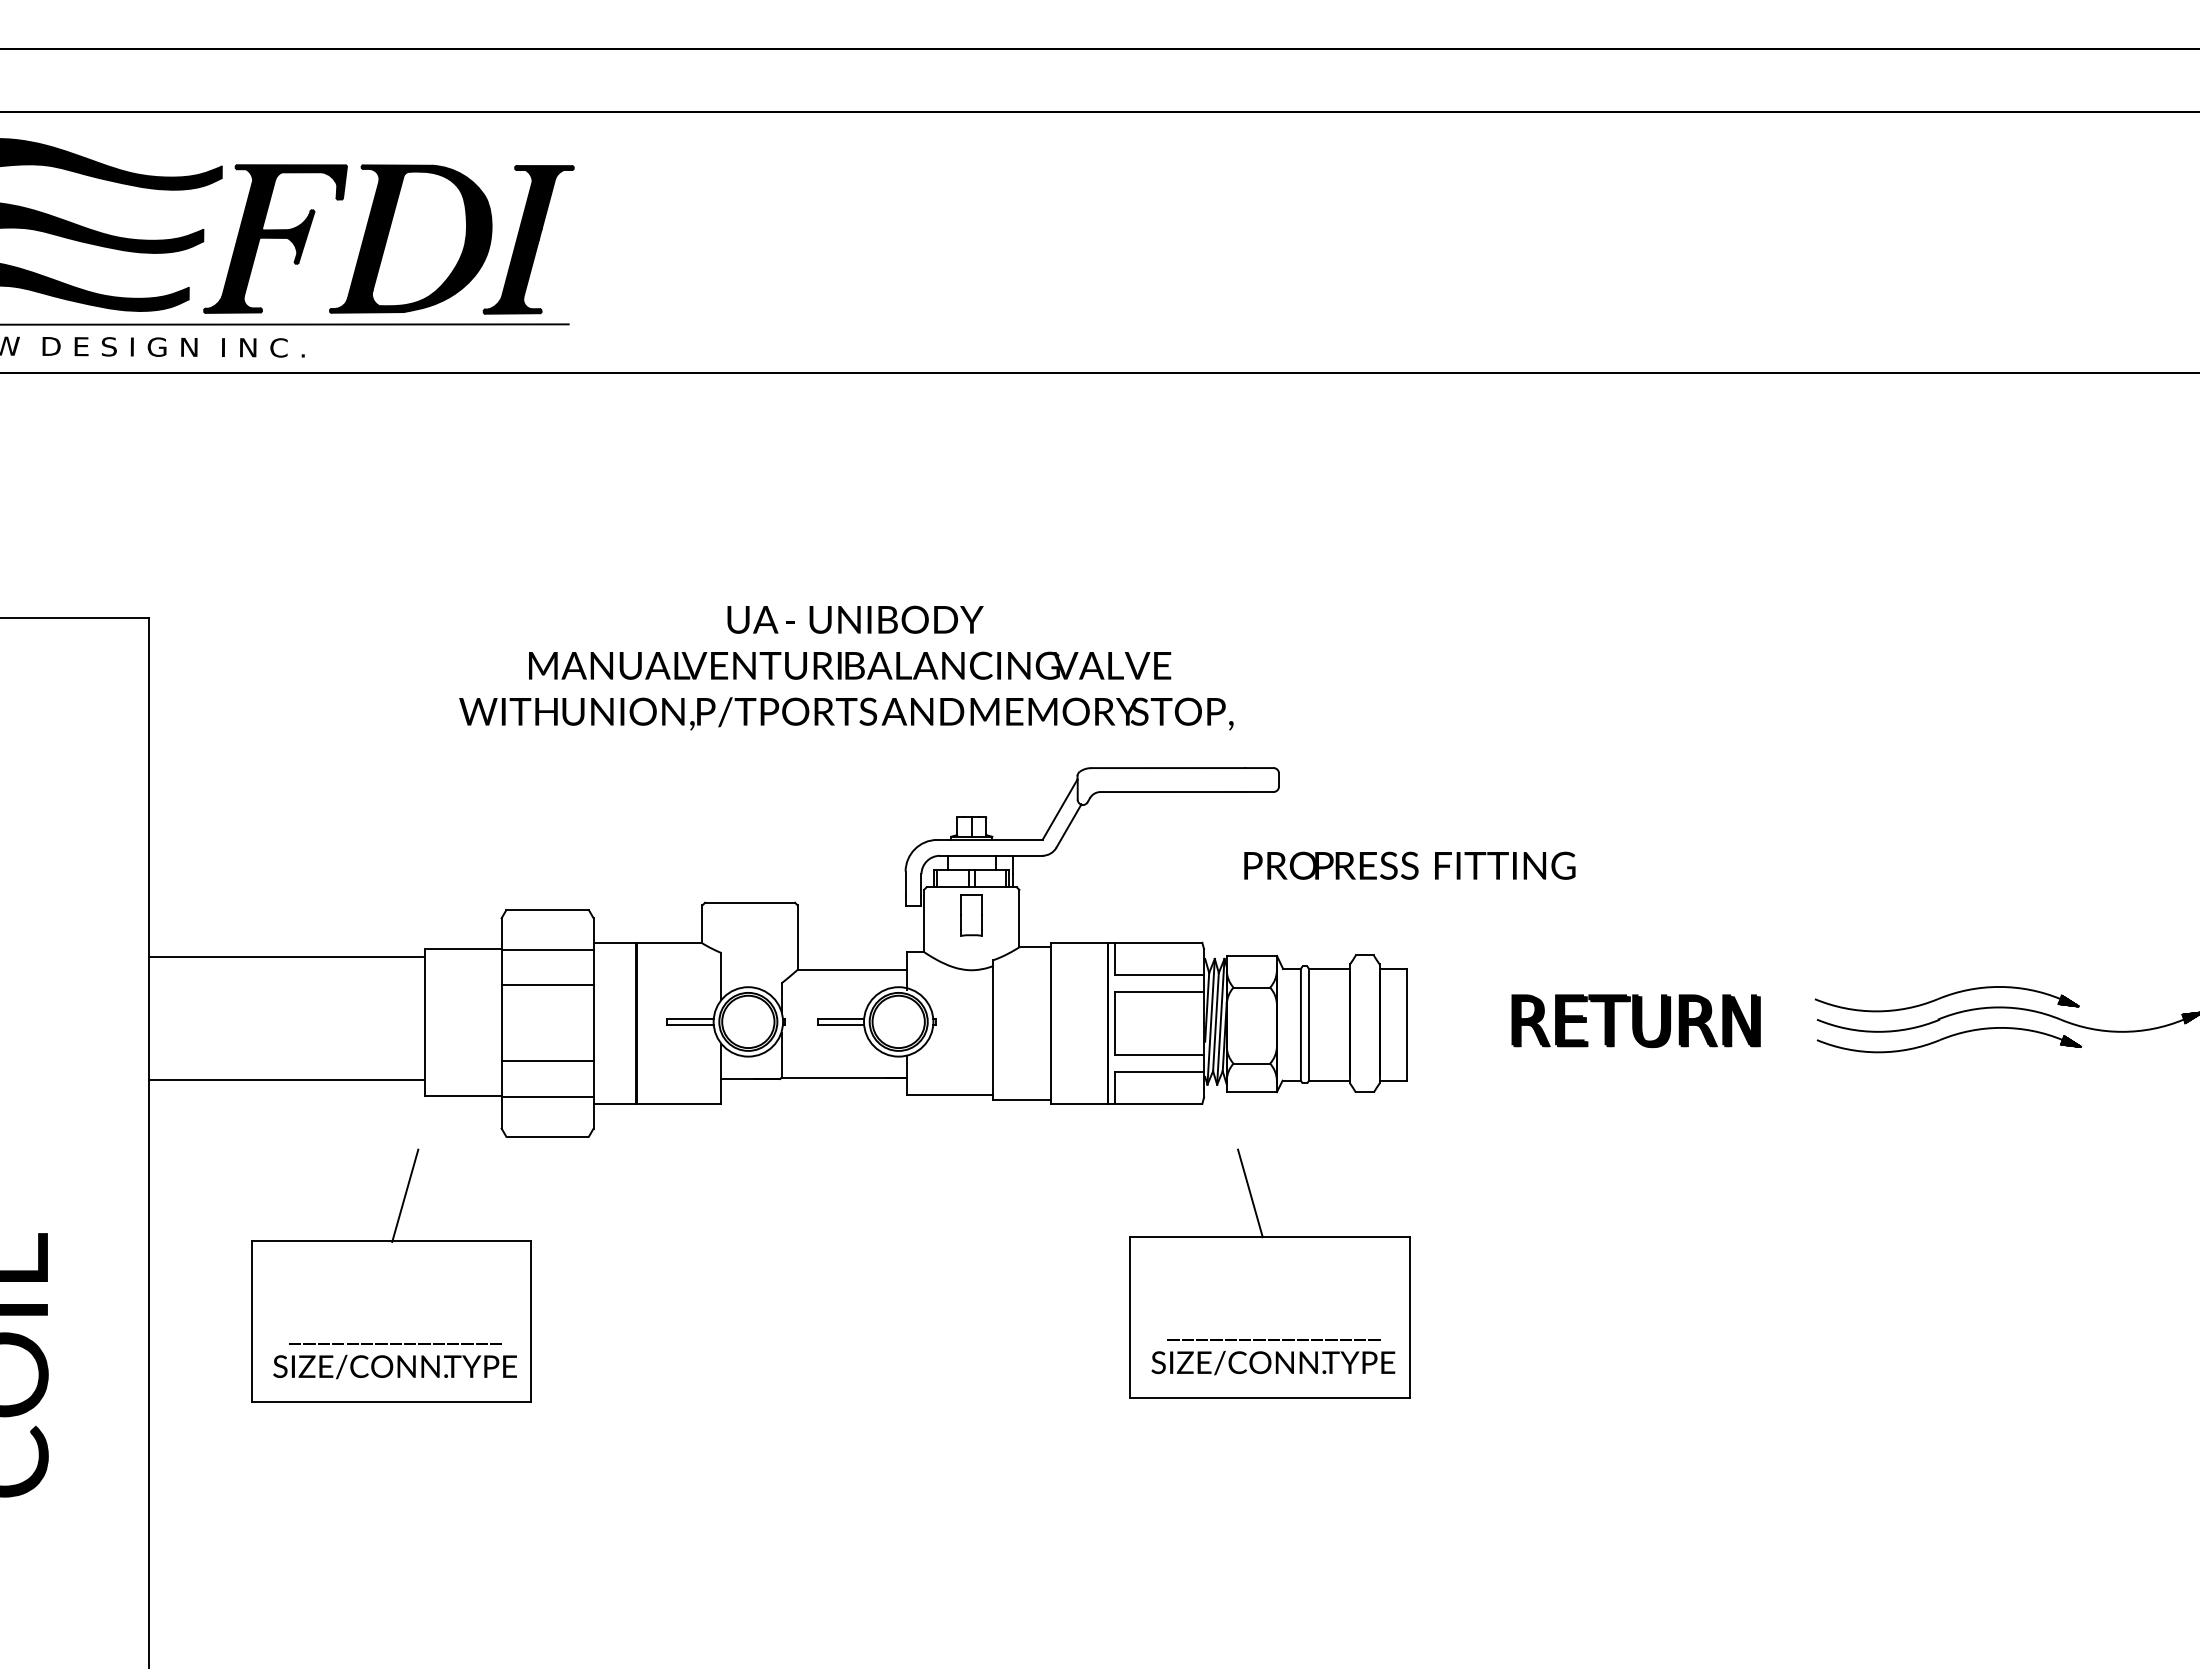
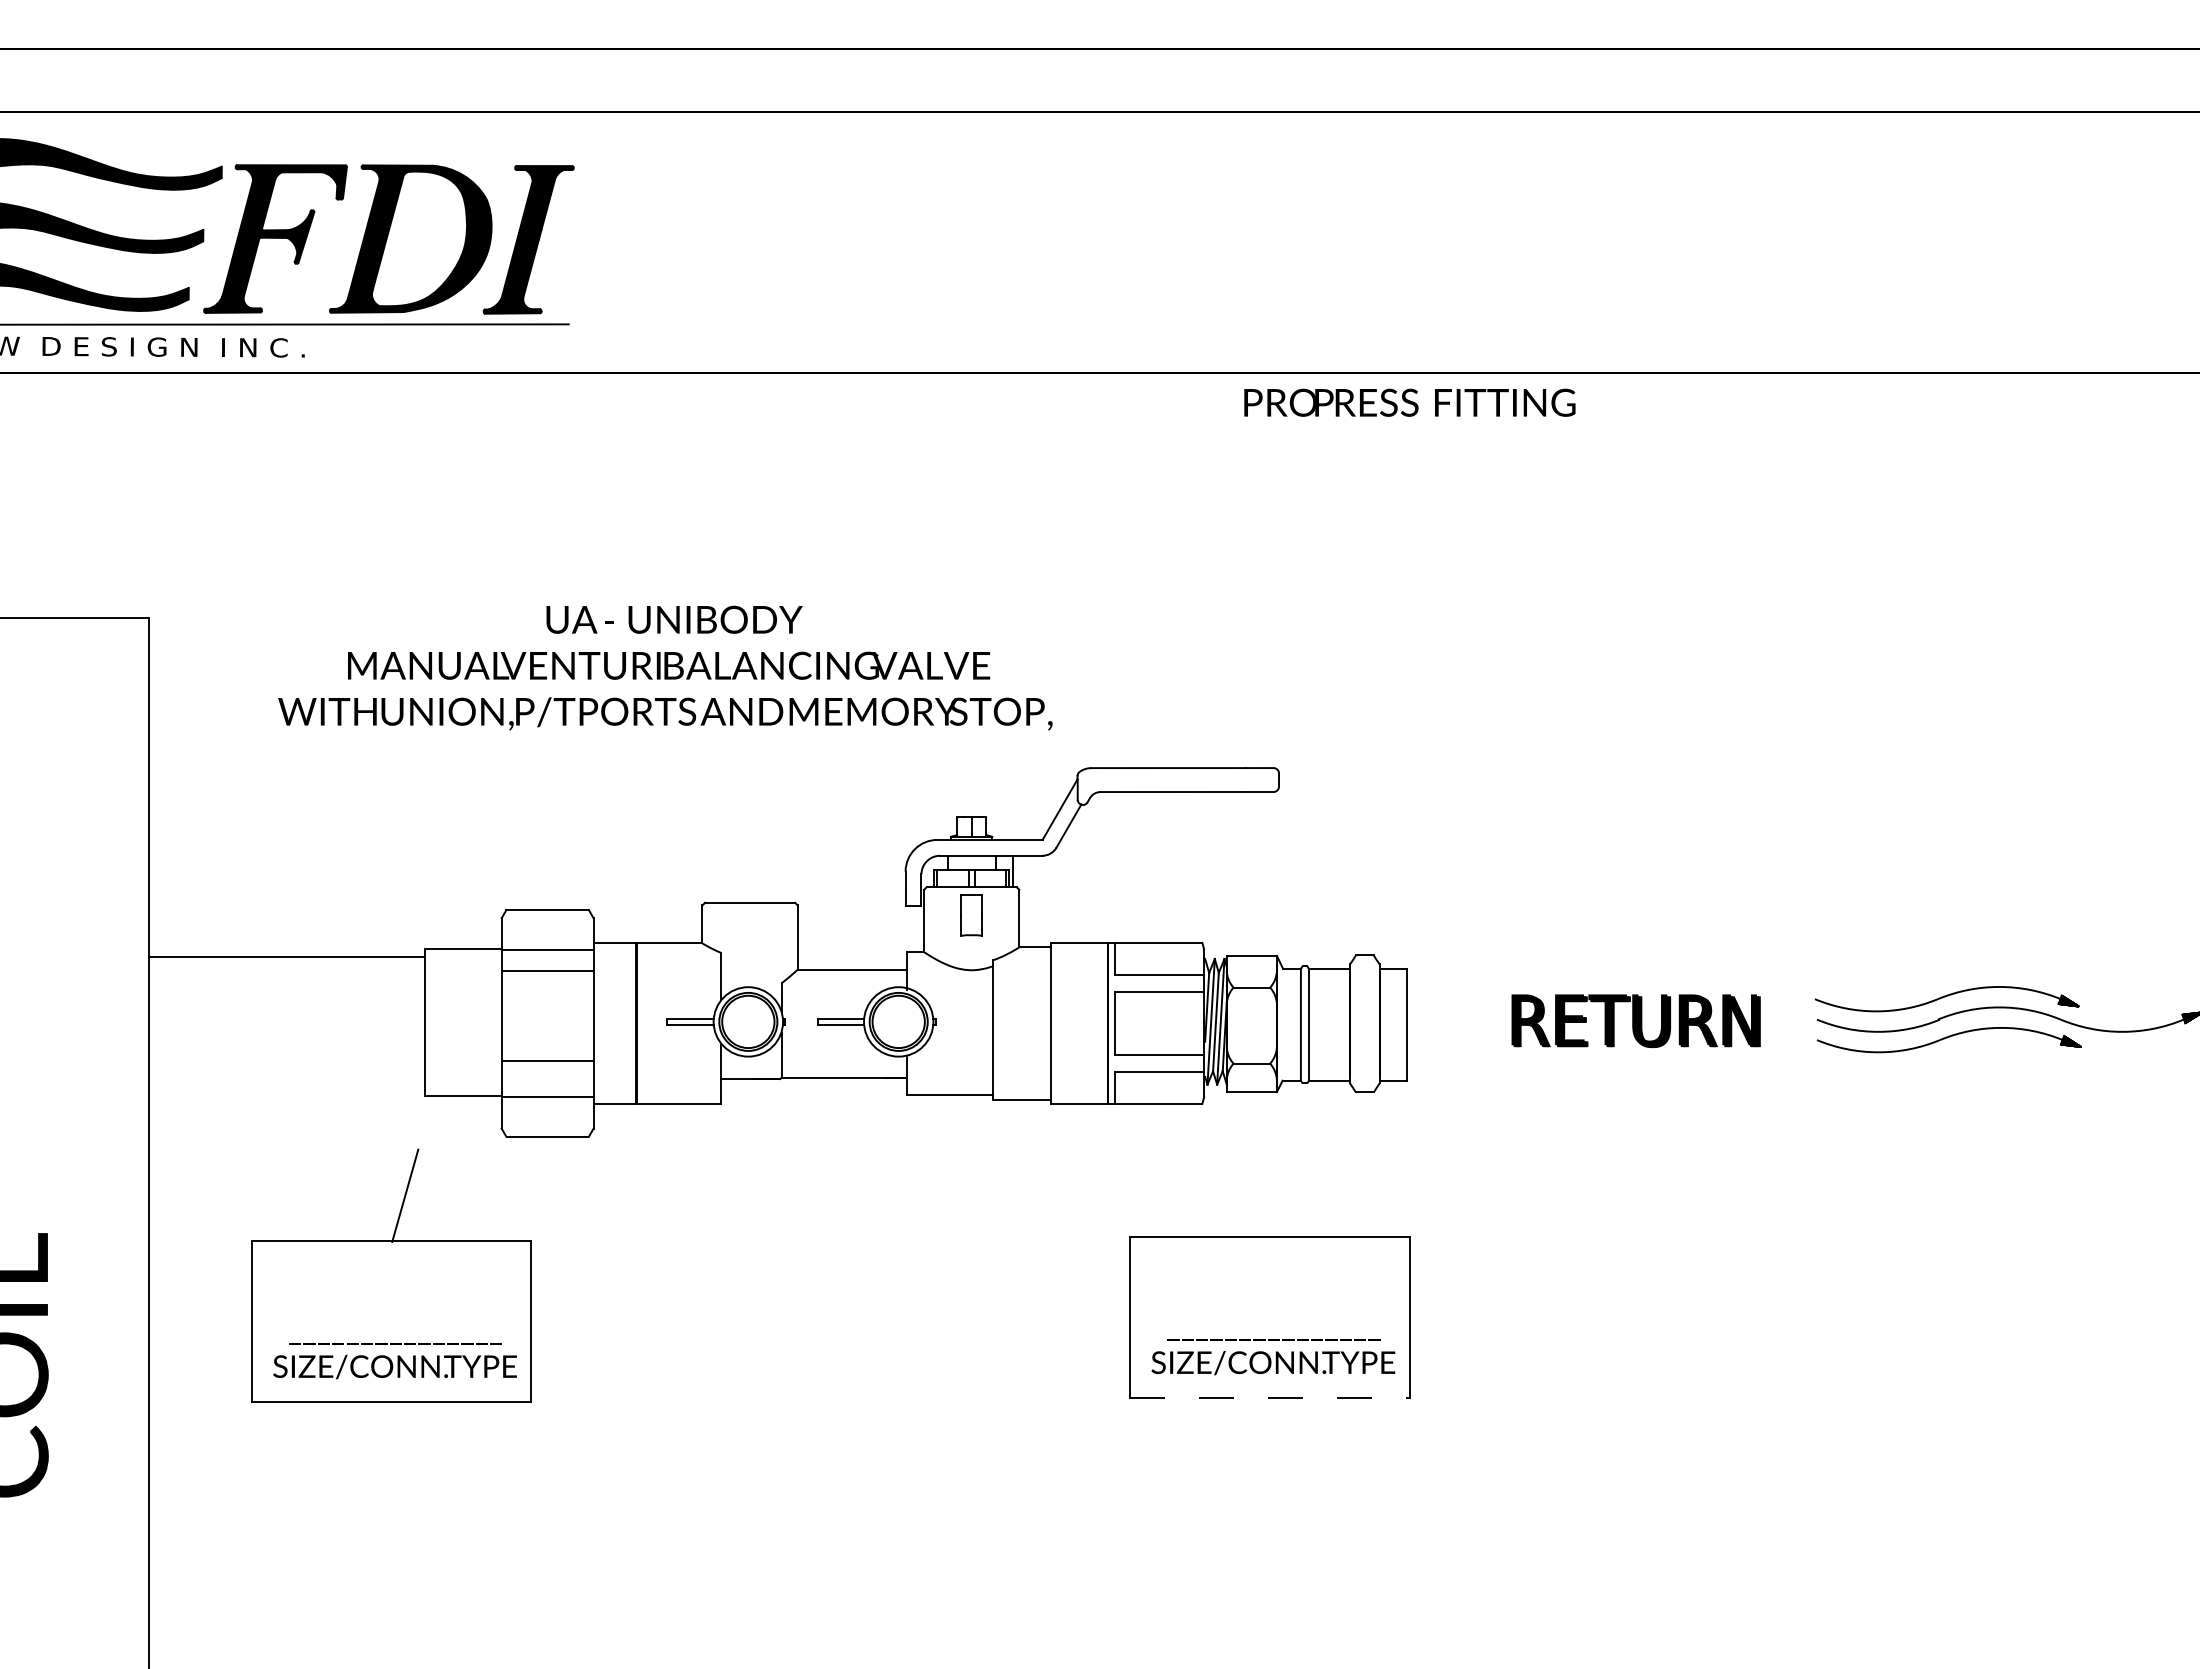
text at (846, 667) position: (846, 667) -> (665, 667)
text at (1409, 865) position: (1409, 865) -> (1409, 402)
line at (547, 985) position: (547, 985) -> (547, 971)
line at (286, 1079): present -> none
line at (1250, 1193): present -> none
line at (1270, 1398): solid -> dashed
